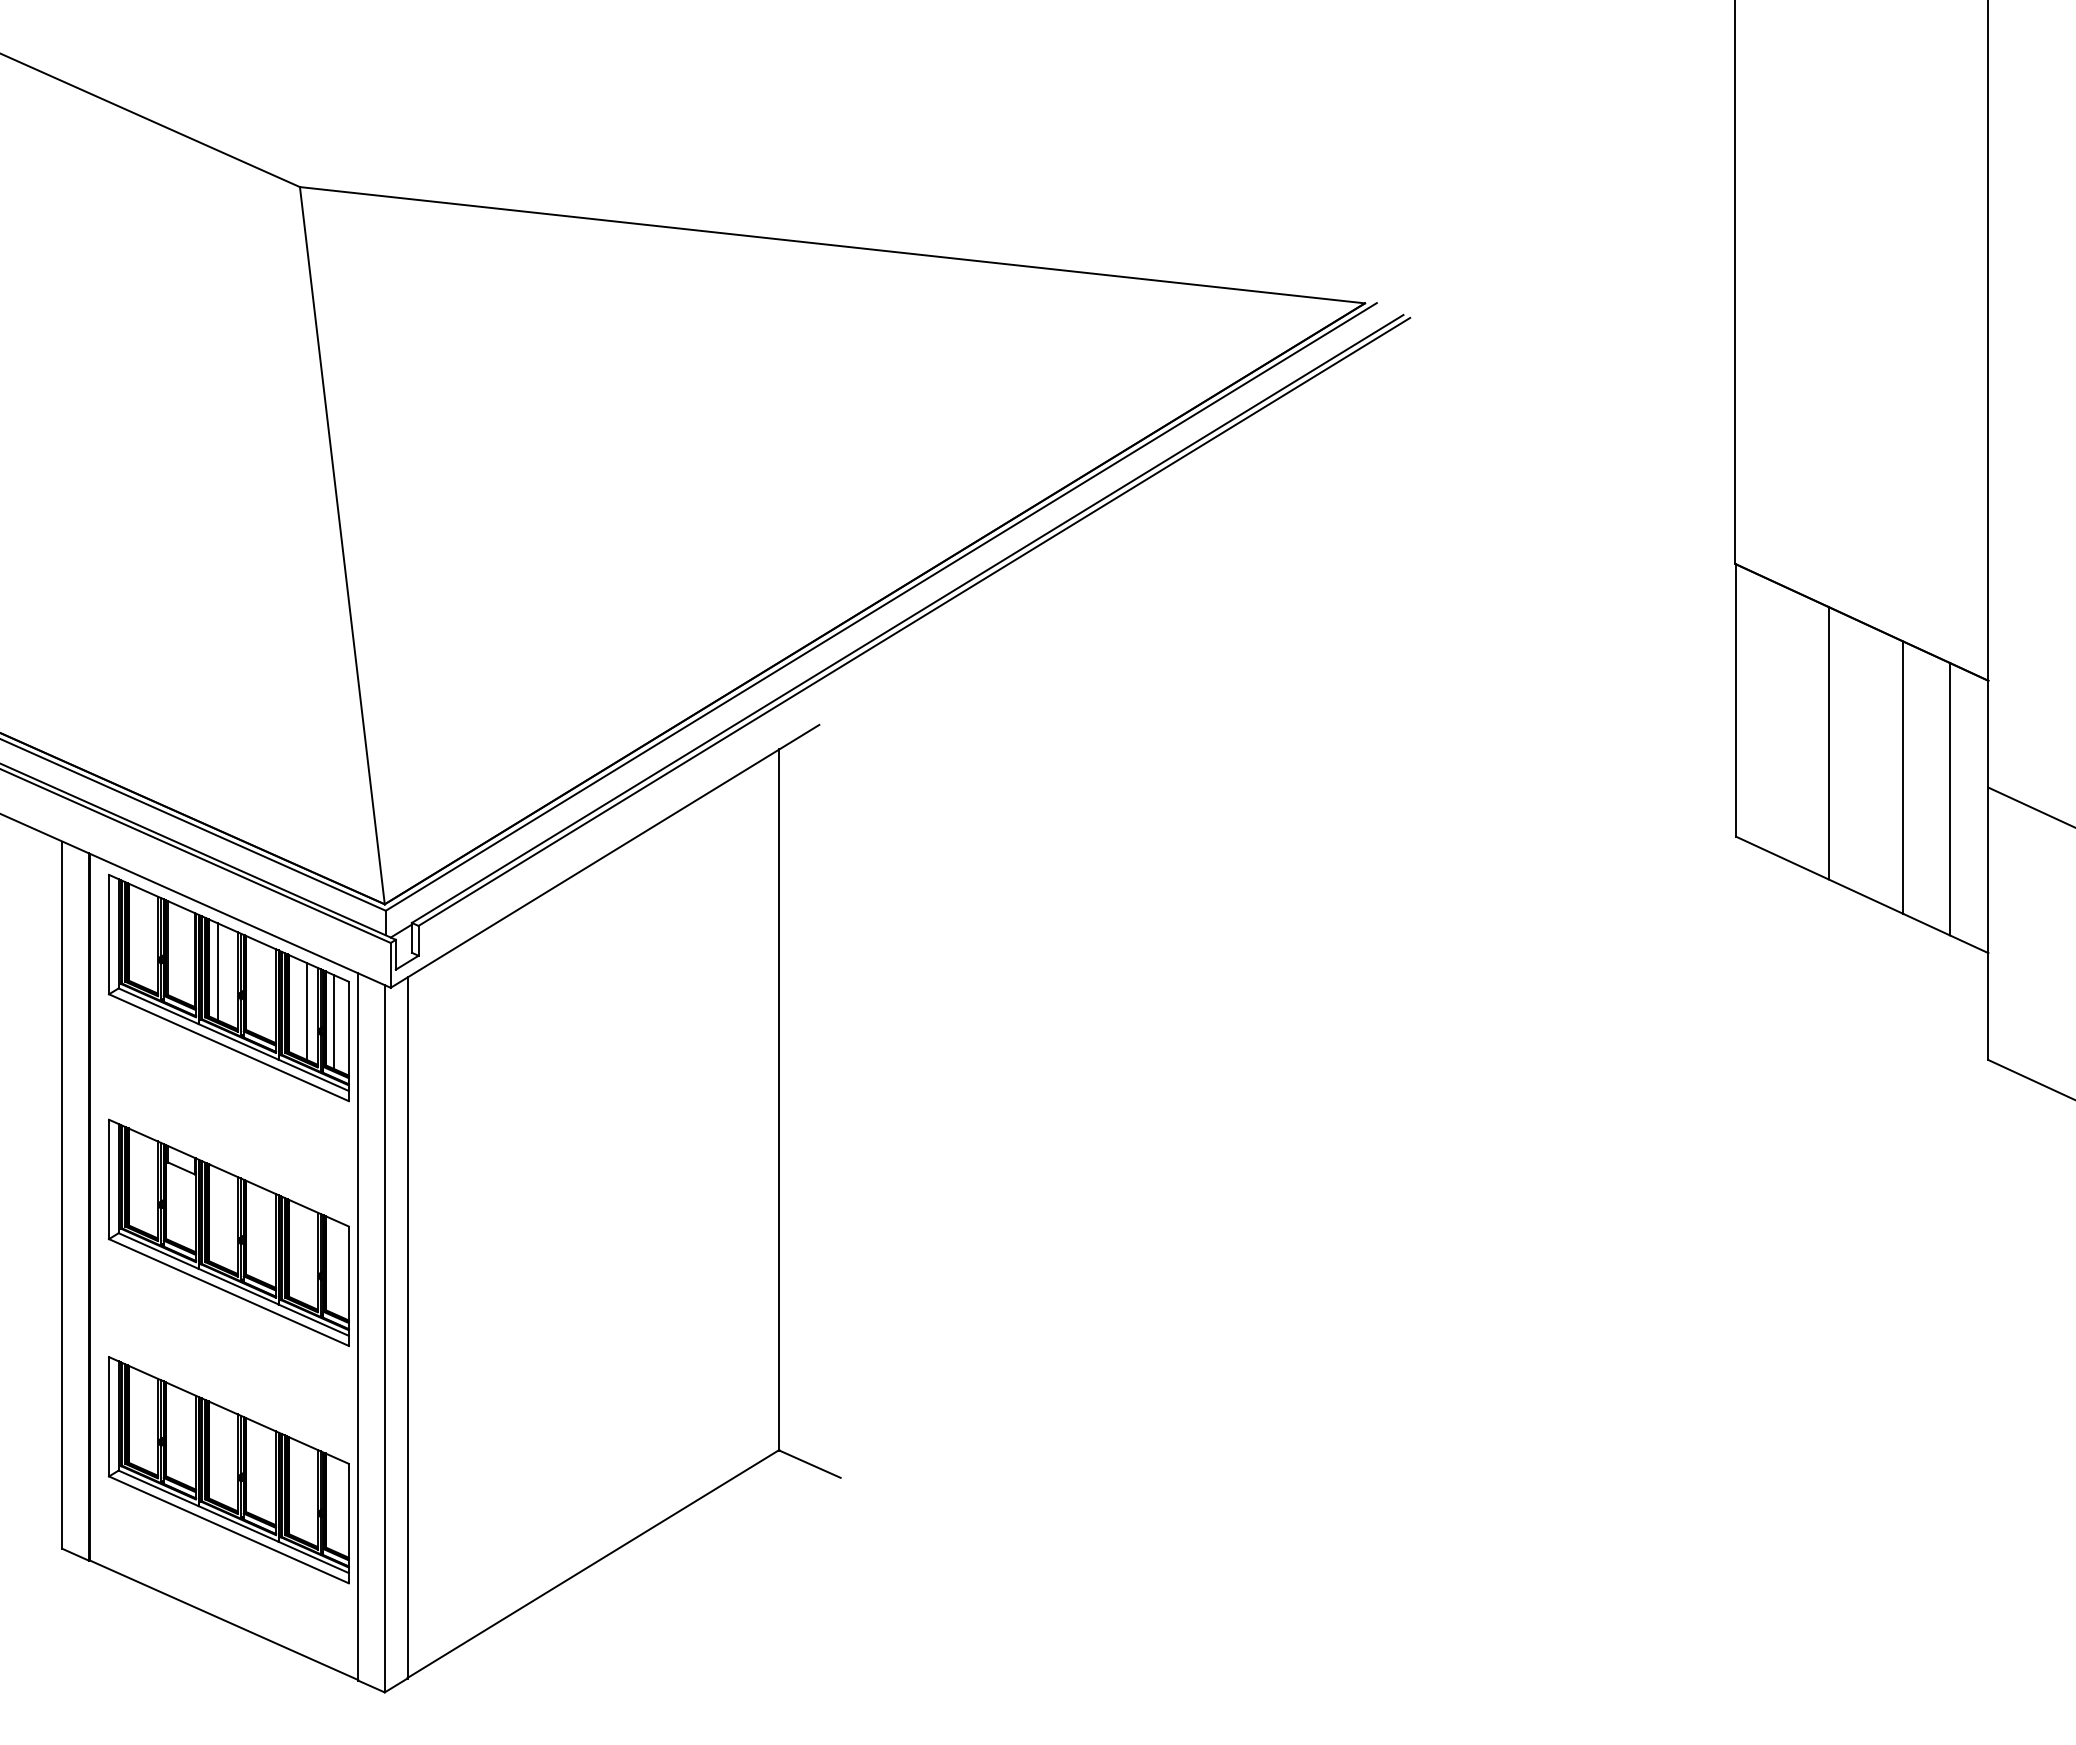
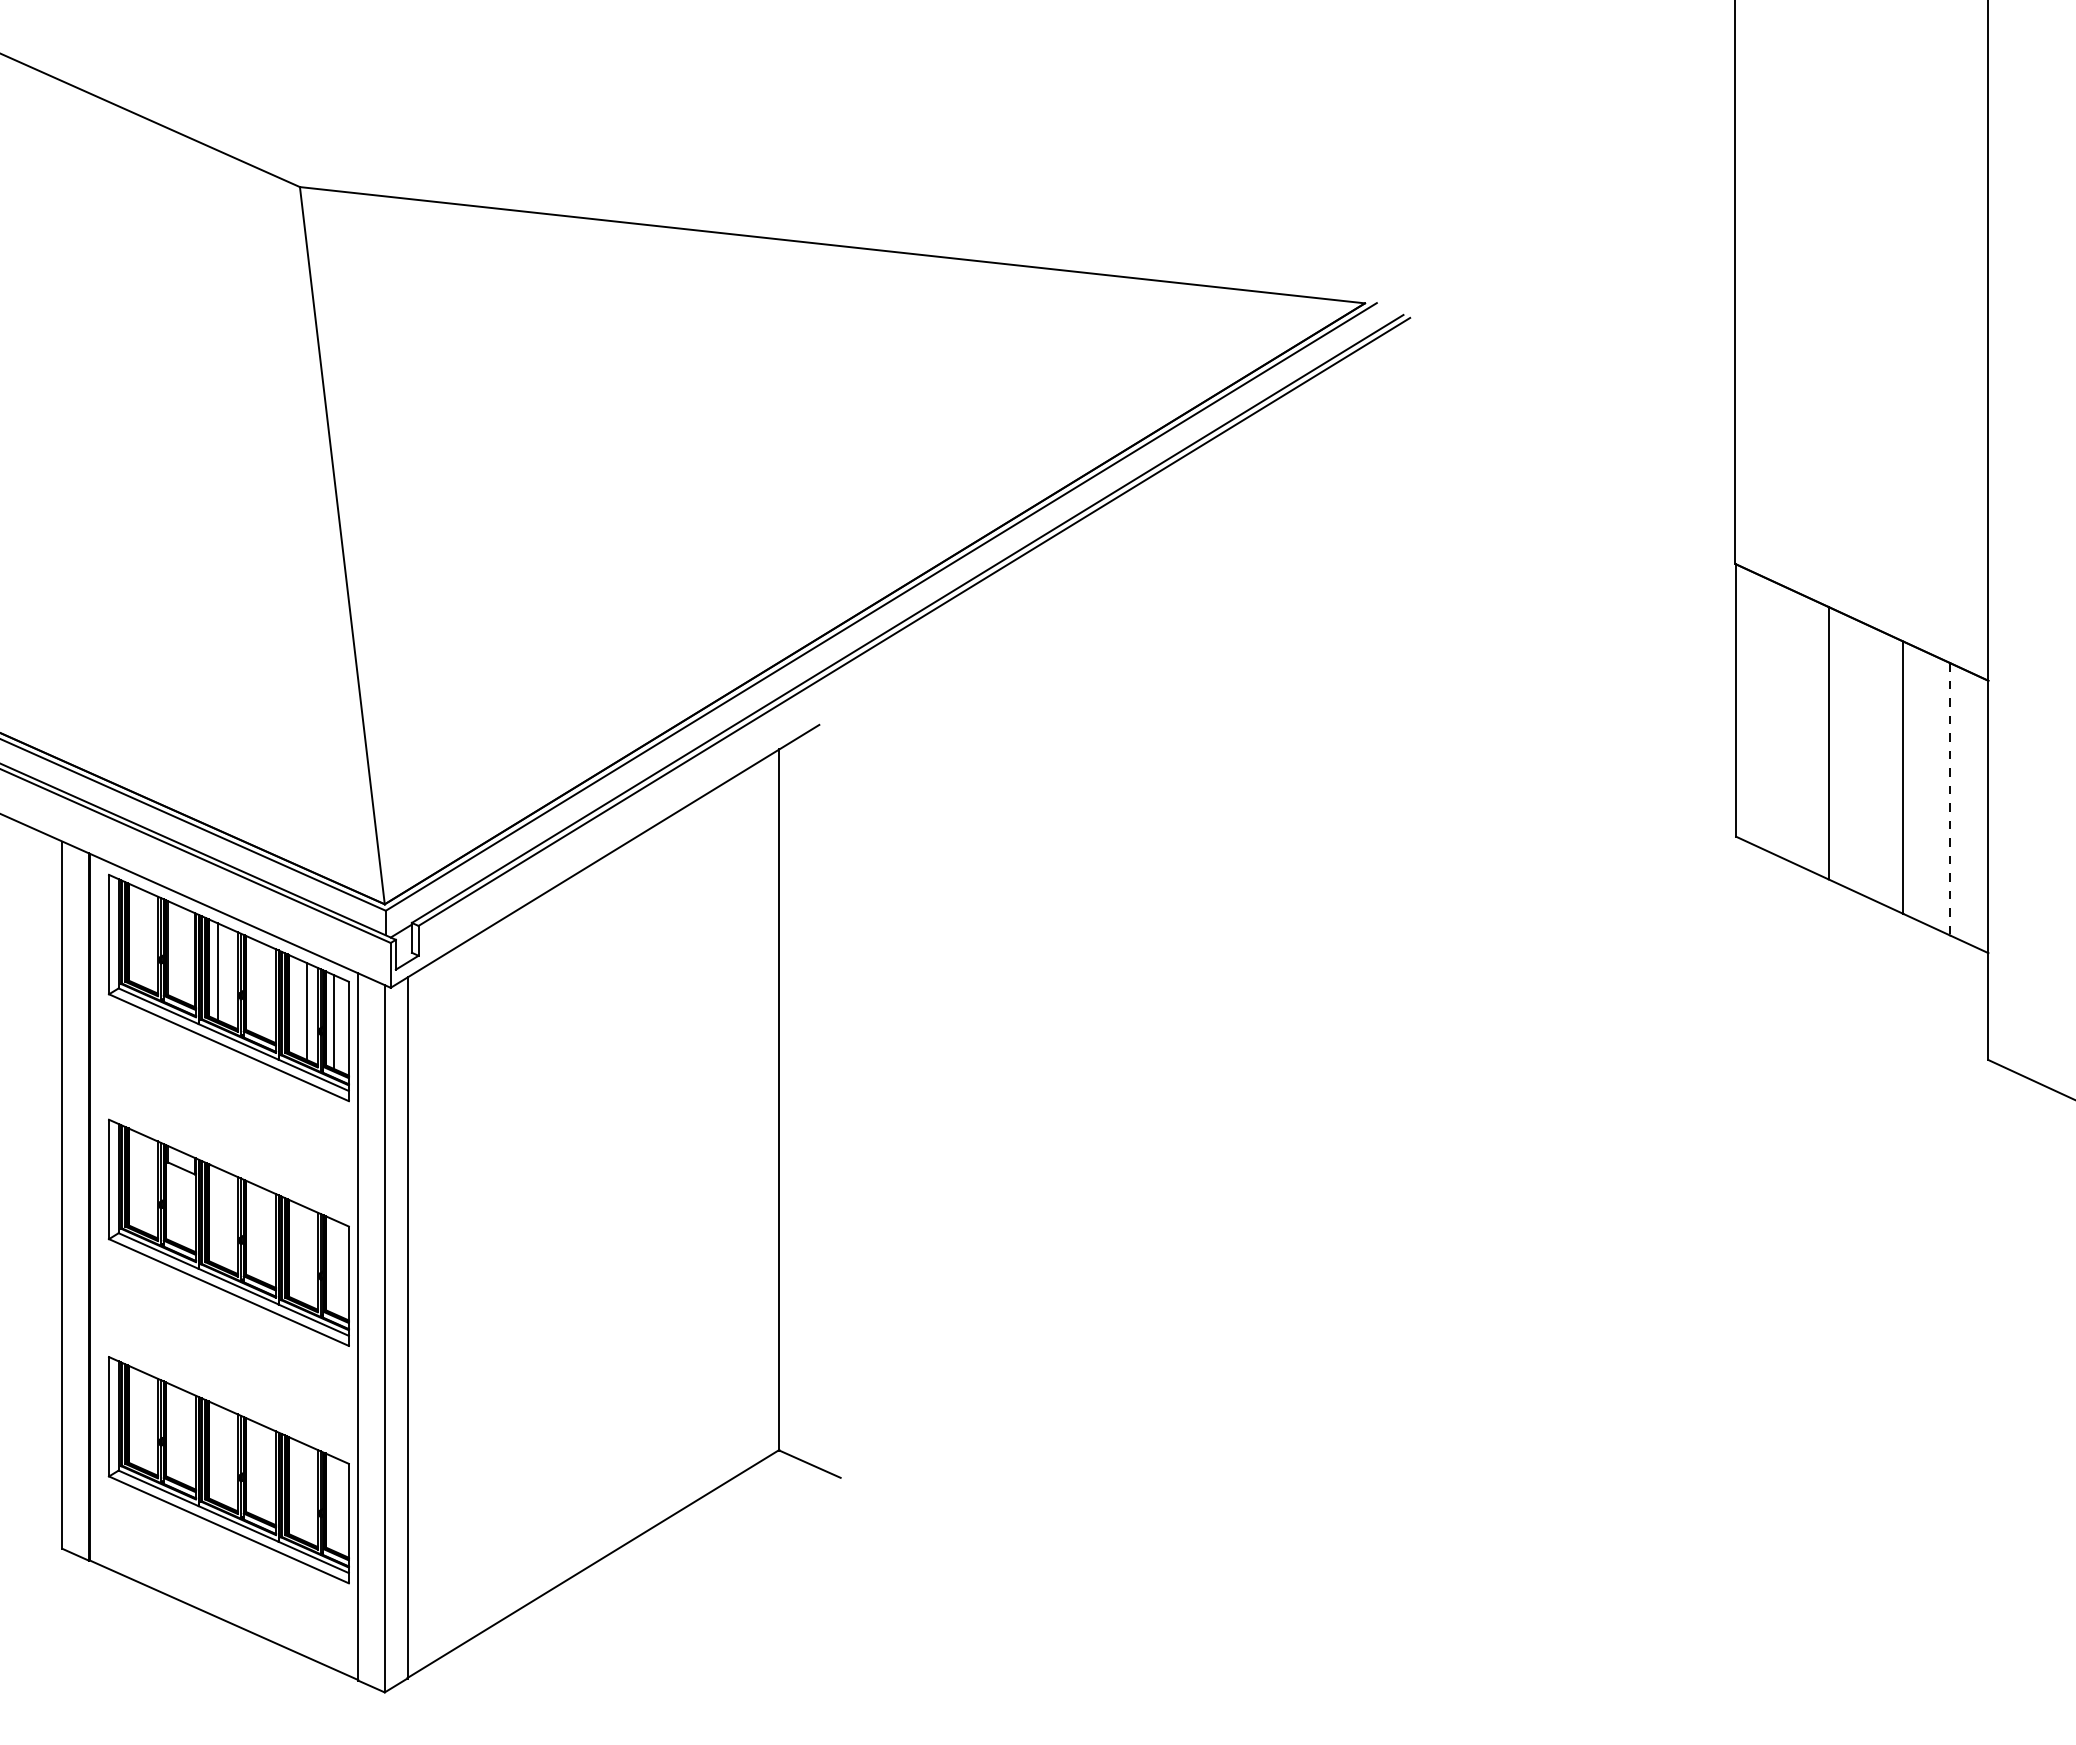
line at (1950, 799): solid -> dashed
line at (2030, 806): present -> none
